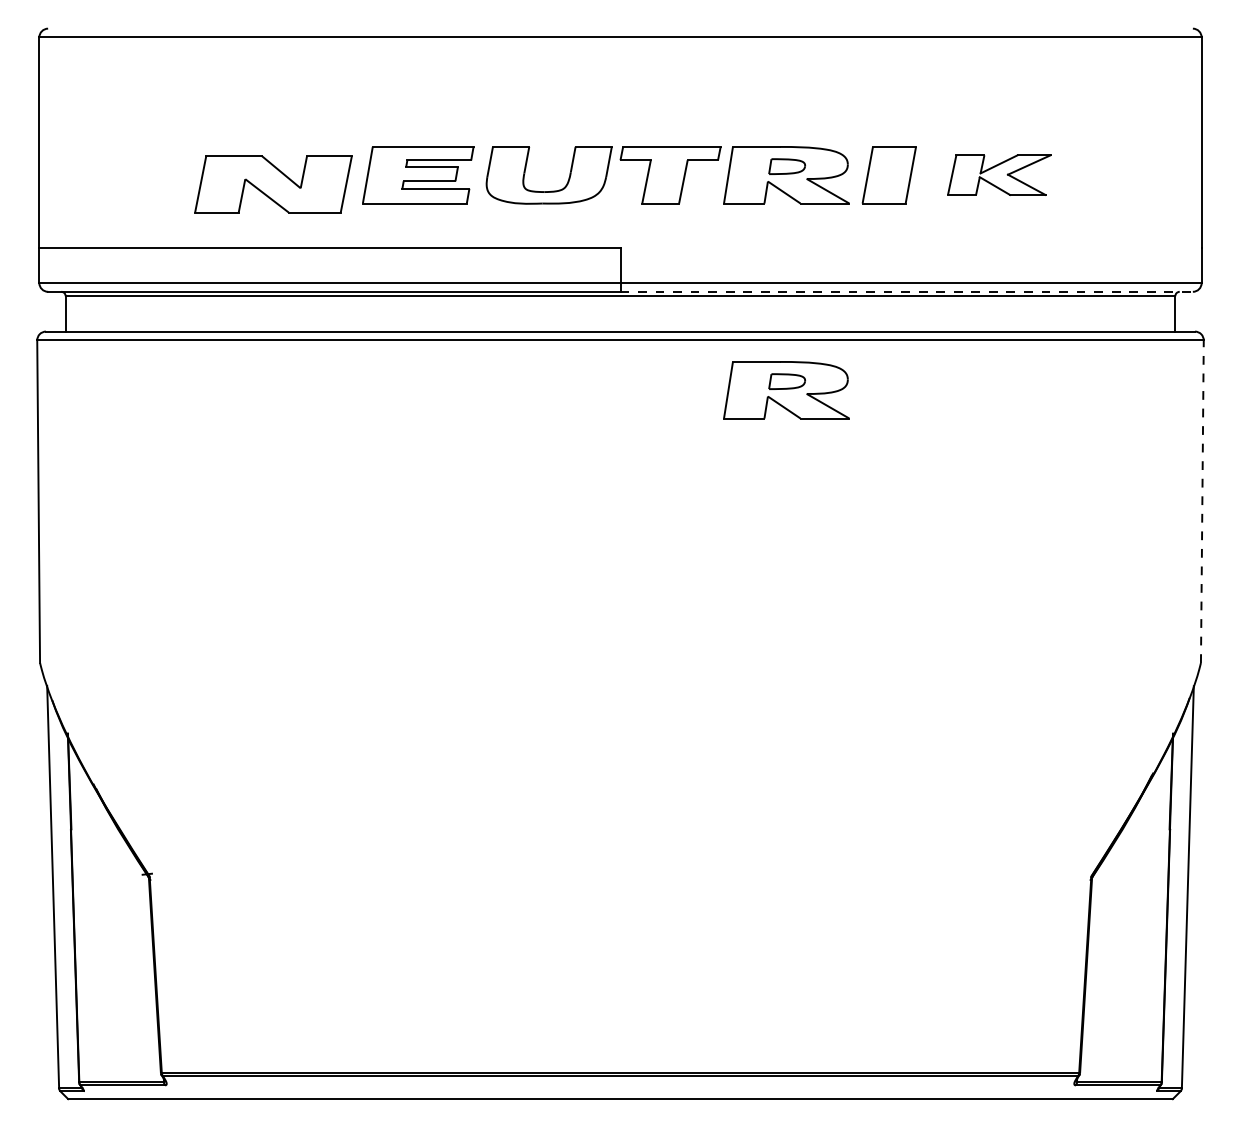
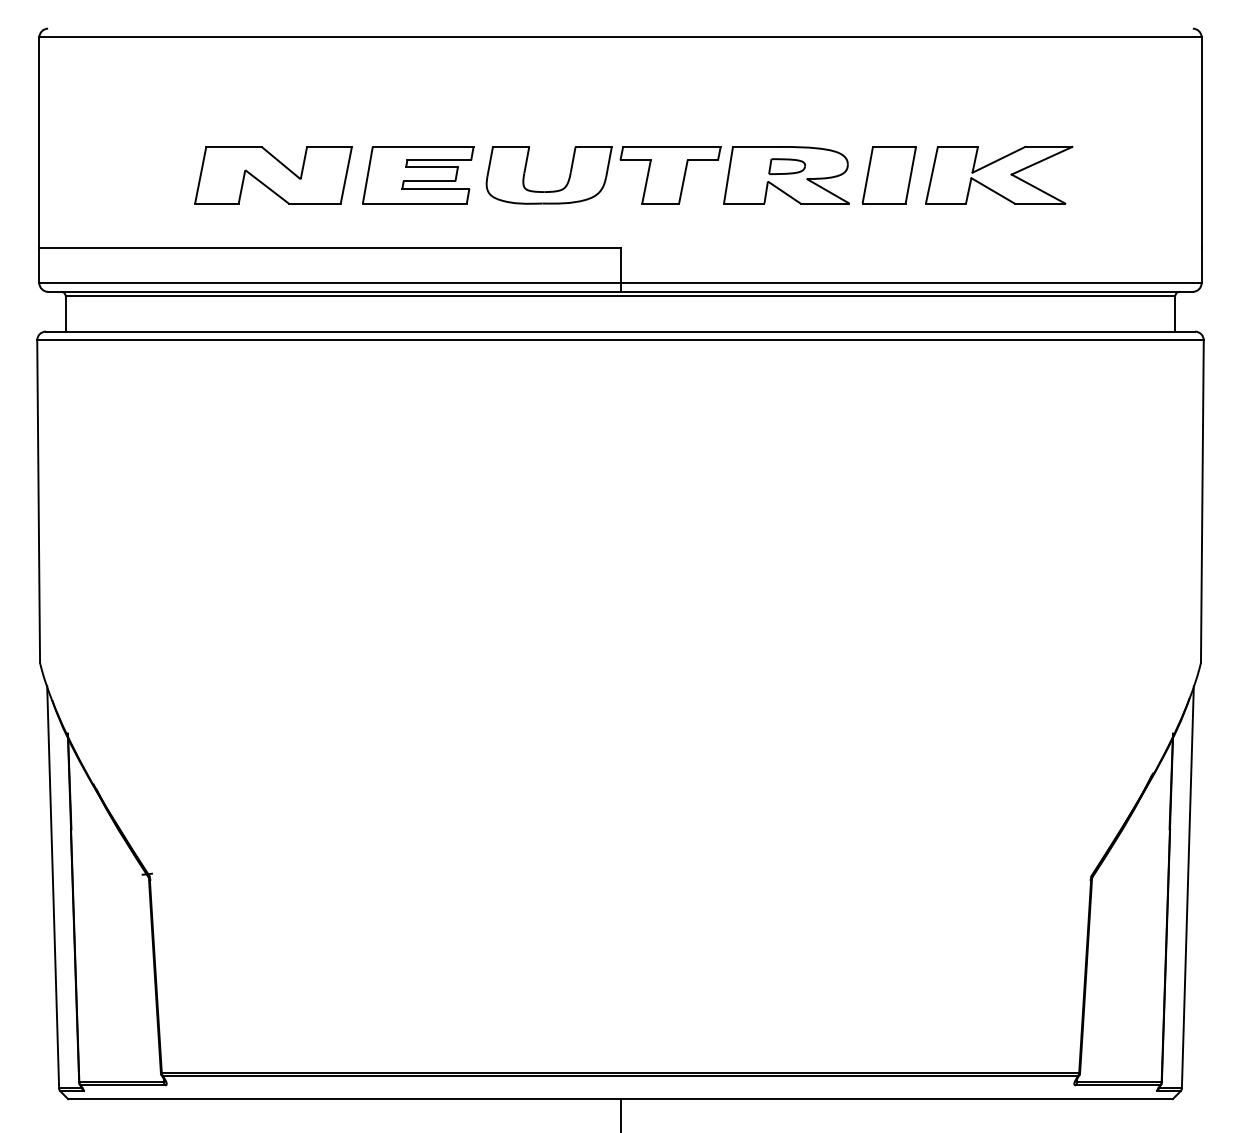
part at (999, 174) size: 105x42 px -> 149x60 px
part at (273, 184) position: (273, 184) -> (273, 175)
line at (907, 291): dashed -> solid
part at (786, 390): present -> none
line at (1202, 501): dashed -> solid
line at (620, 1114): none -> present
